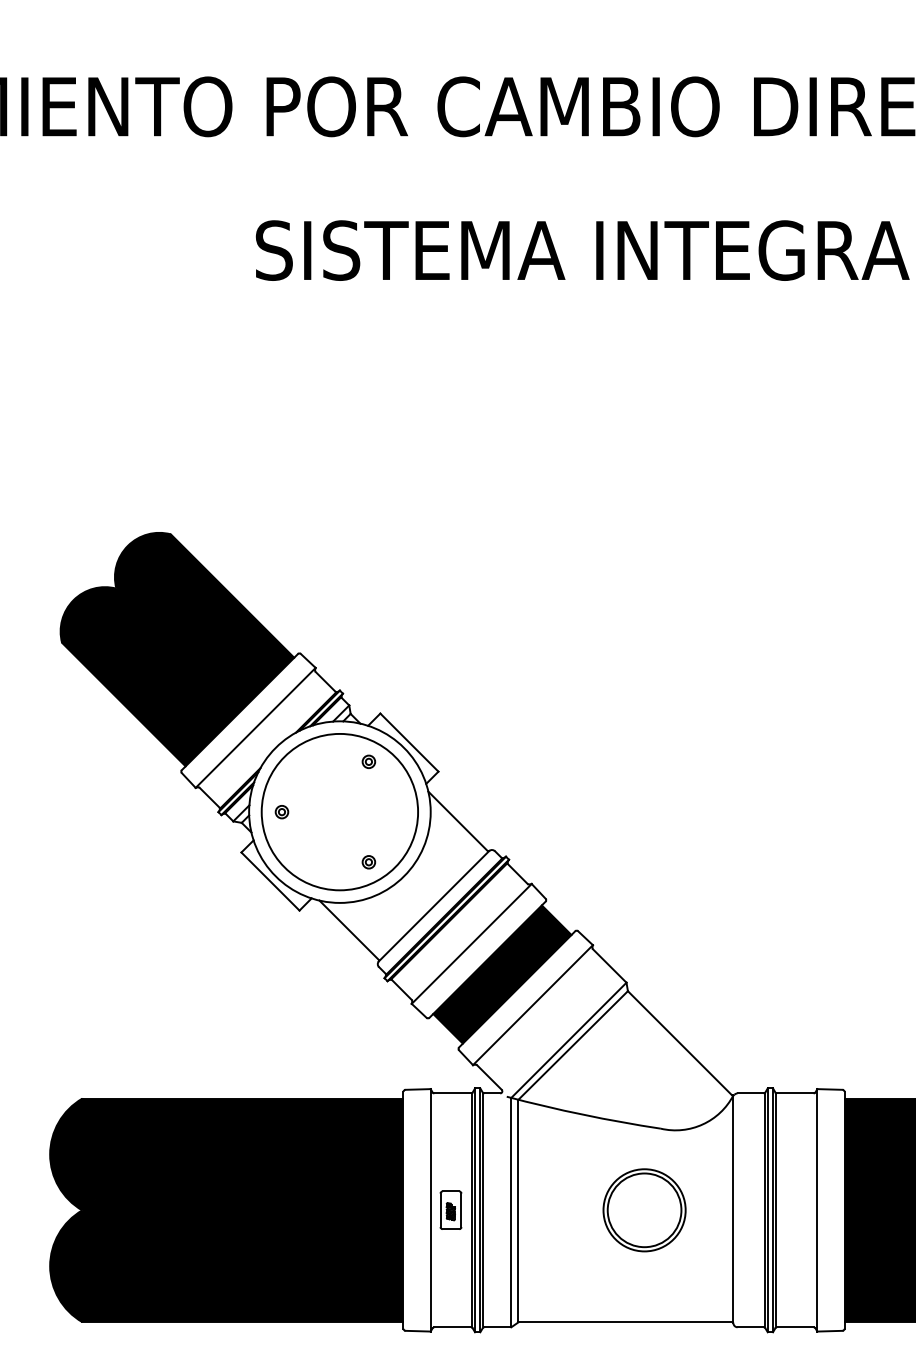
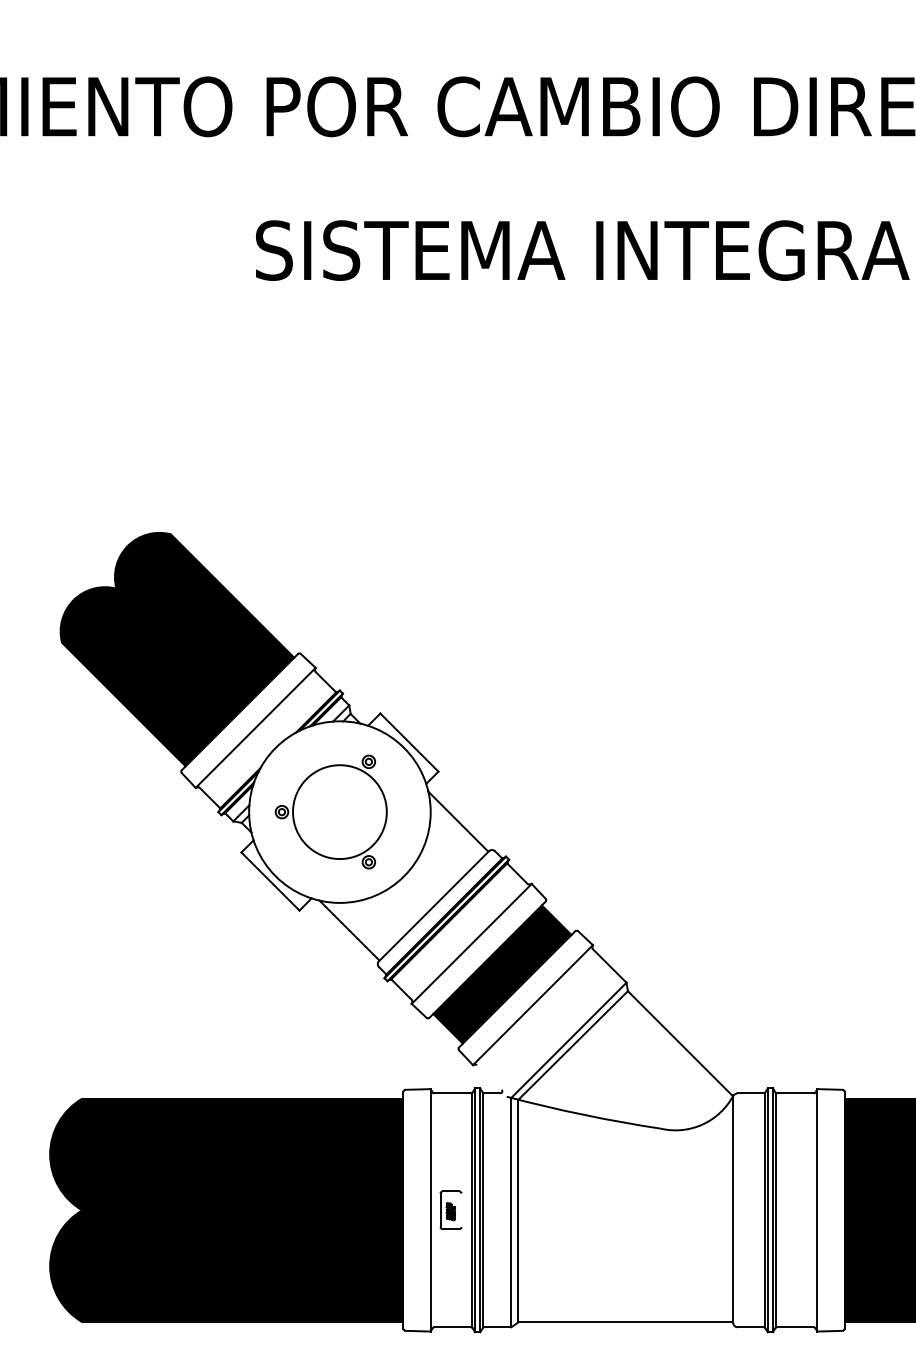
circle at (339, 811) diameter: 156 px -> 94 px
line at (489, 1077): present -> none
line at (461, 1210): present -> none
part at (644, 1210): present -> none
